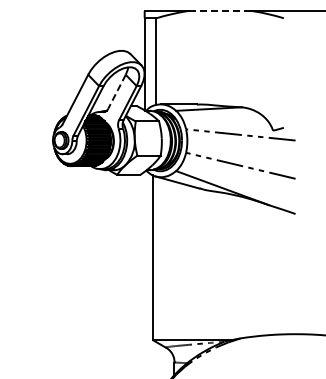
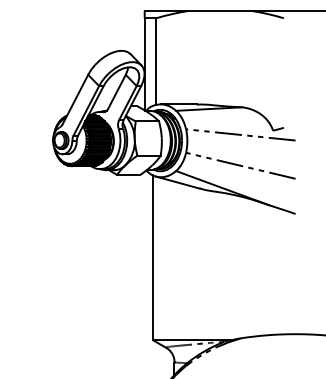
line at (220, 10): dashed -> solid
line at (116, 92): dashed -> solid
